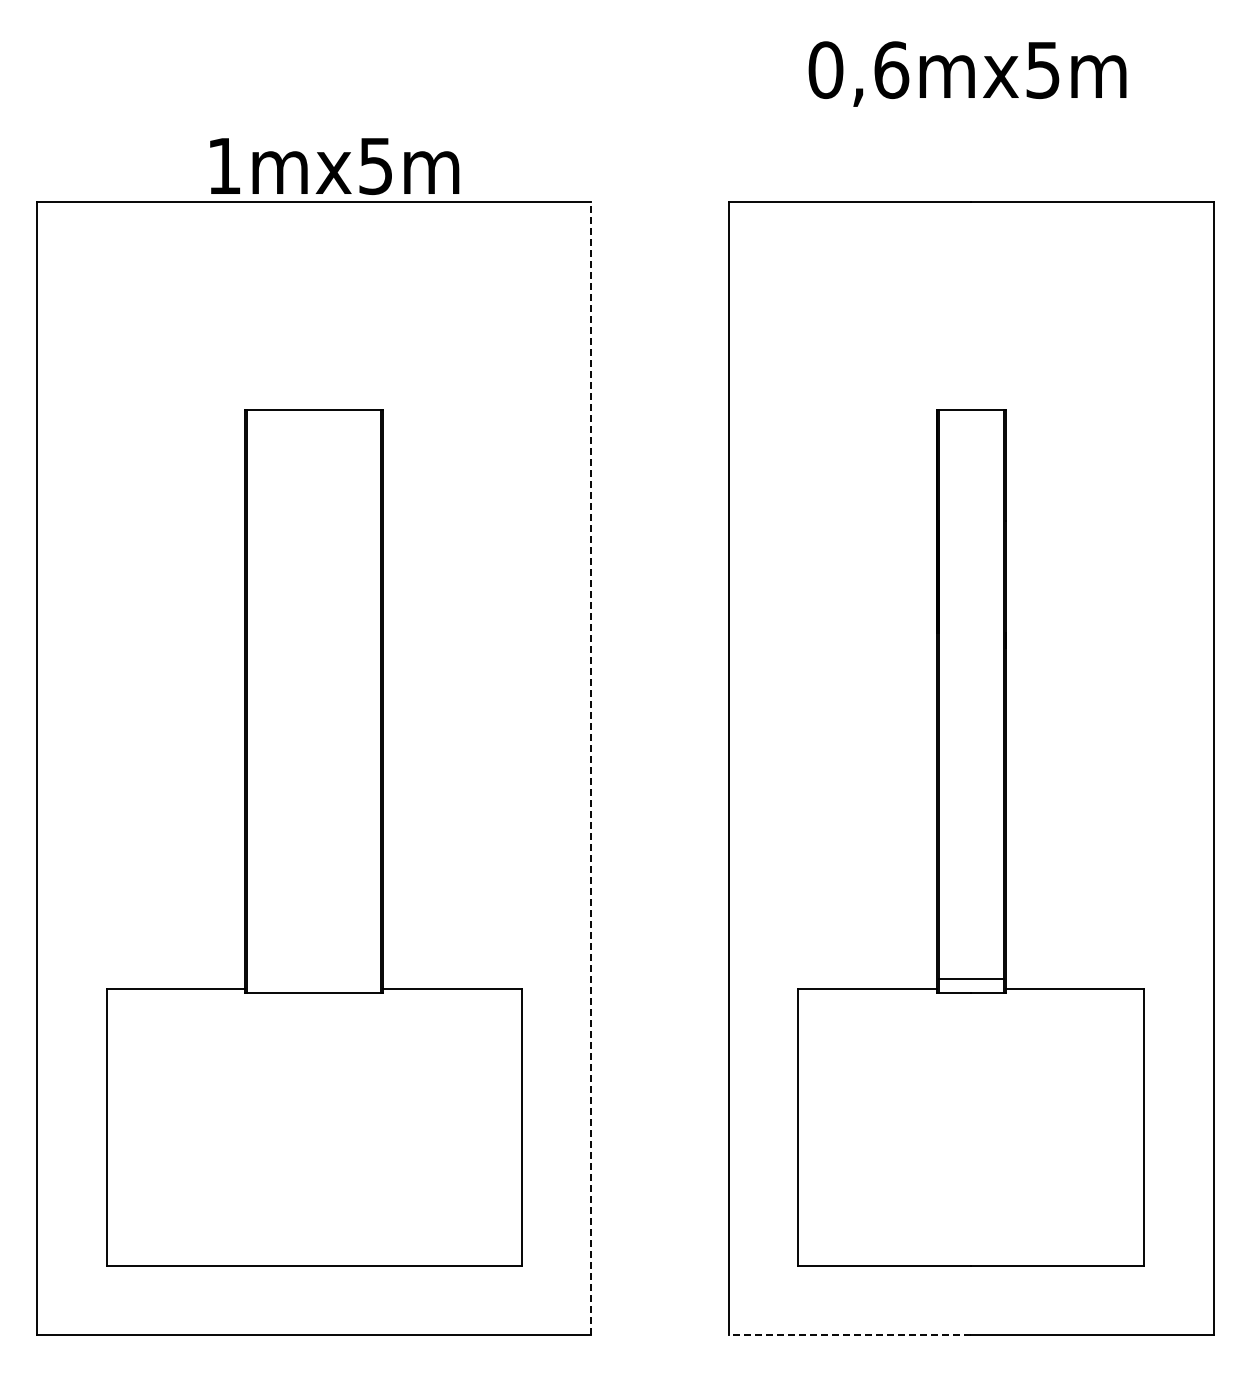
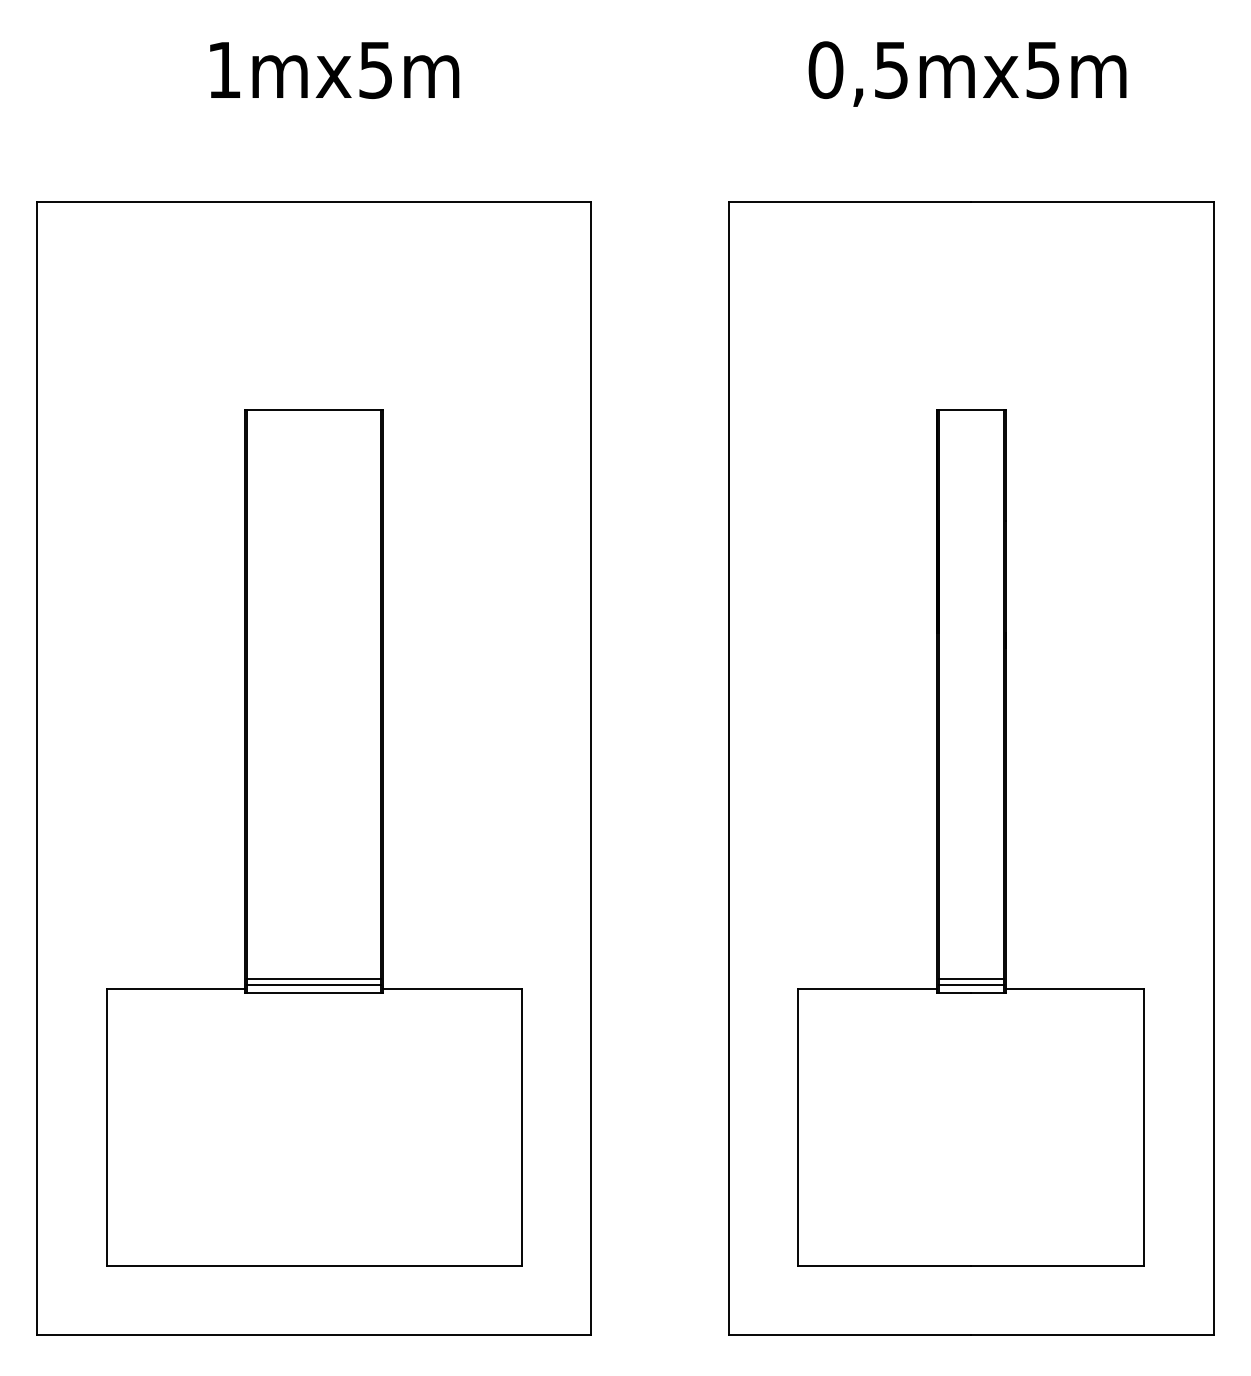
text at (891, 70): 0,6mx5m -> 0,5mx5m
text at (334, 166) position: (334, 166) -> (334, 70)
line at (590, 768): dashed -> solid
line at (314, 979): none -> present
line at (314, 984): none -> present
line at (970, 984): none -> present
line at (849, 1334): dashed -> solid
